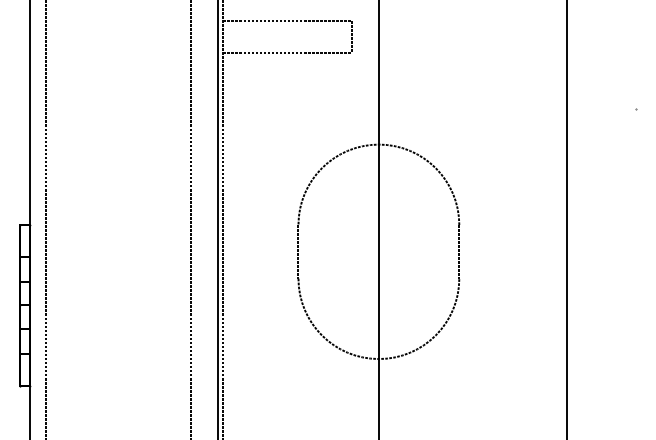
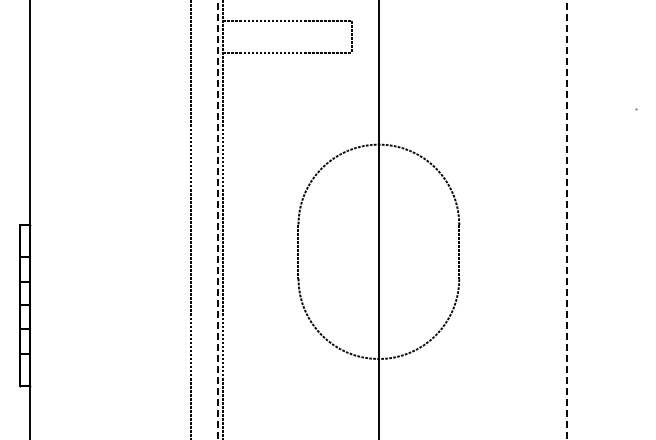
line at (46, 219): present -> none
line at (218, 220): solid -> dashed
line at (566, 220): solid -> dashed
